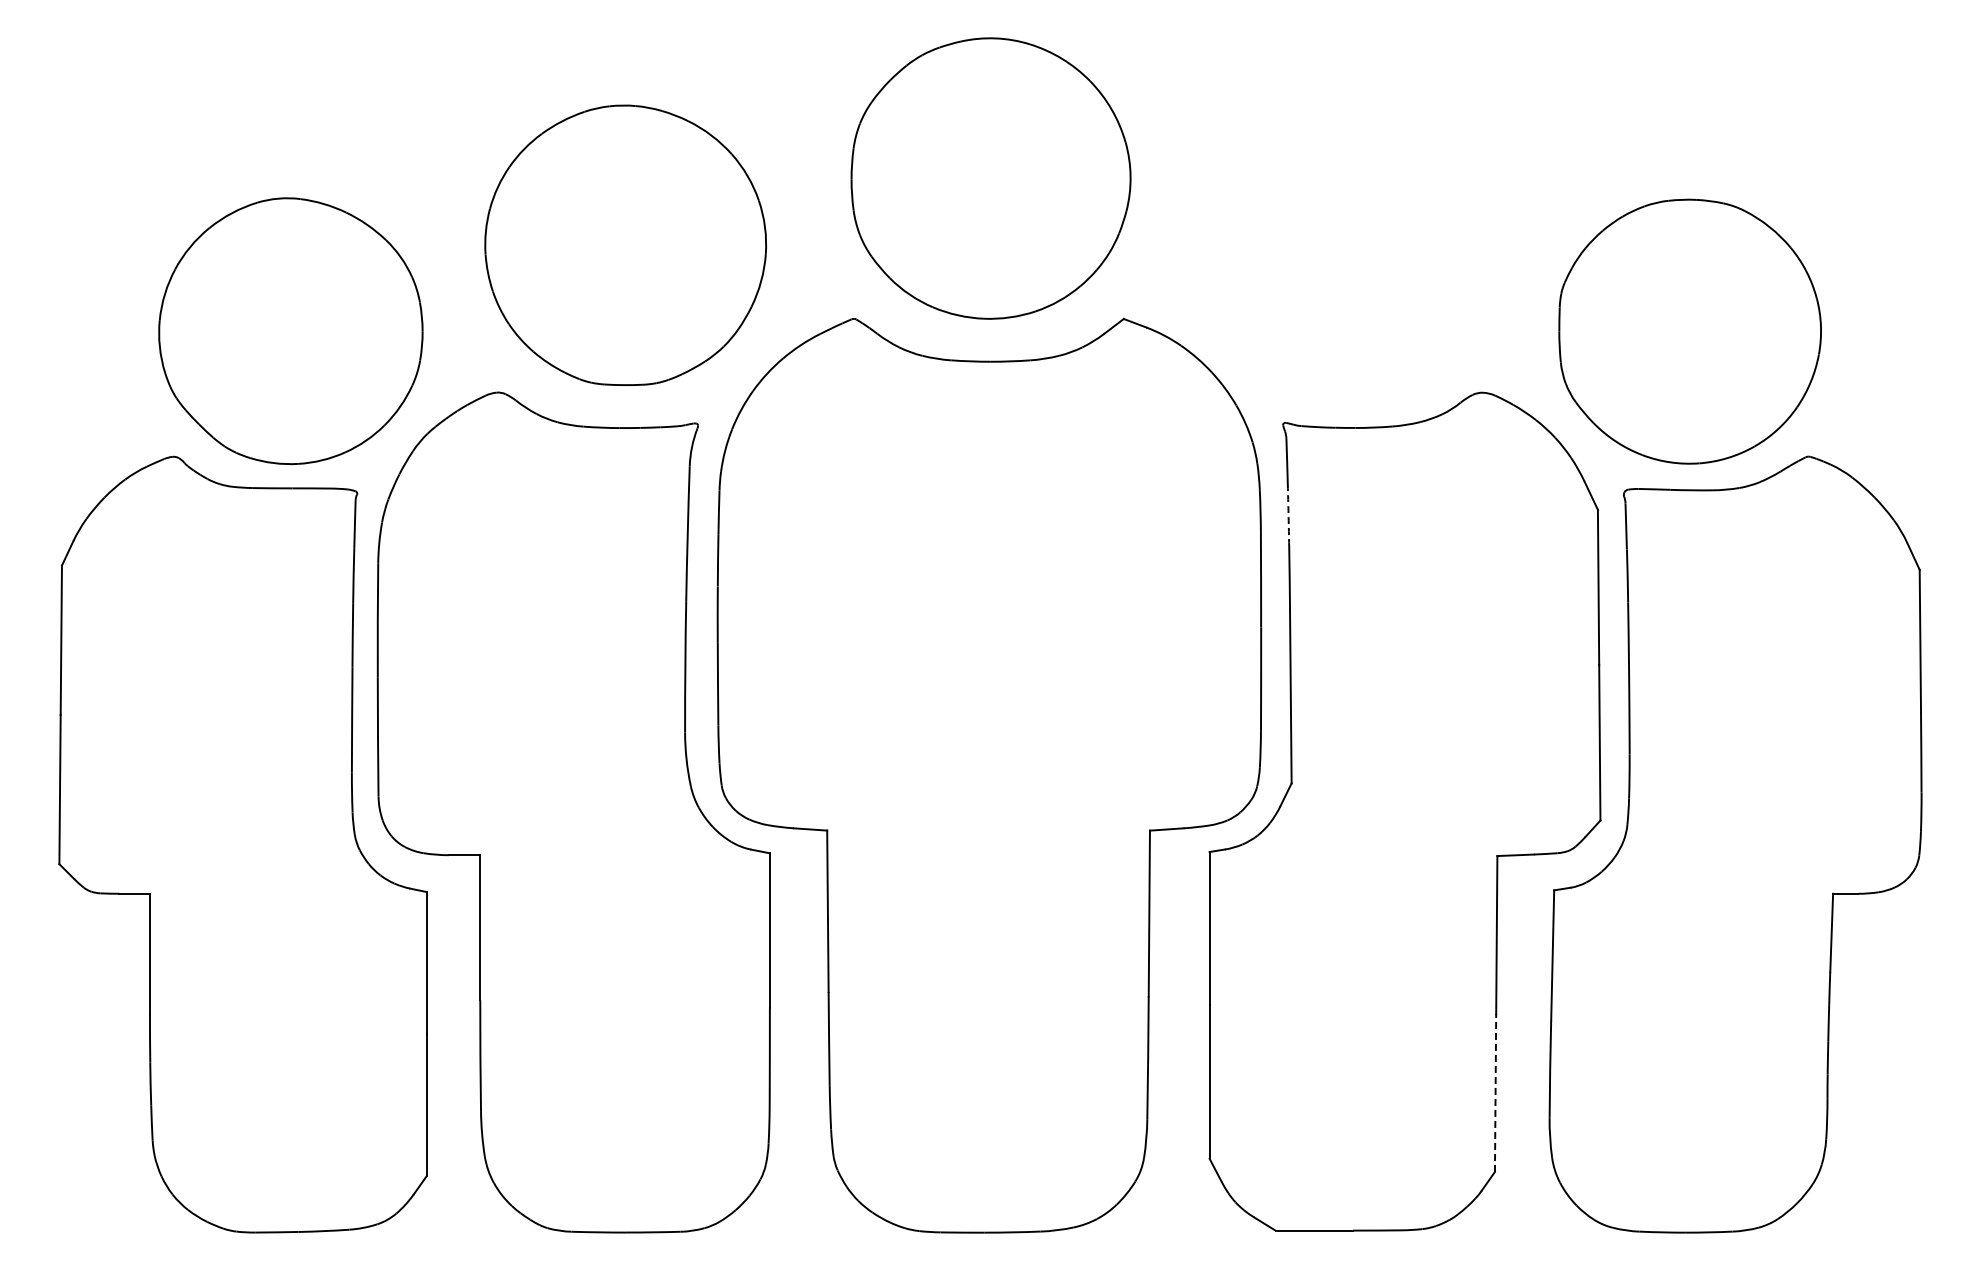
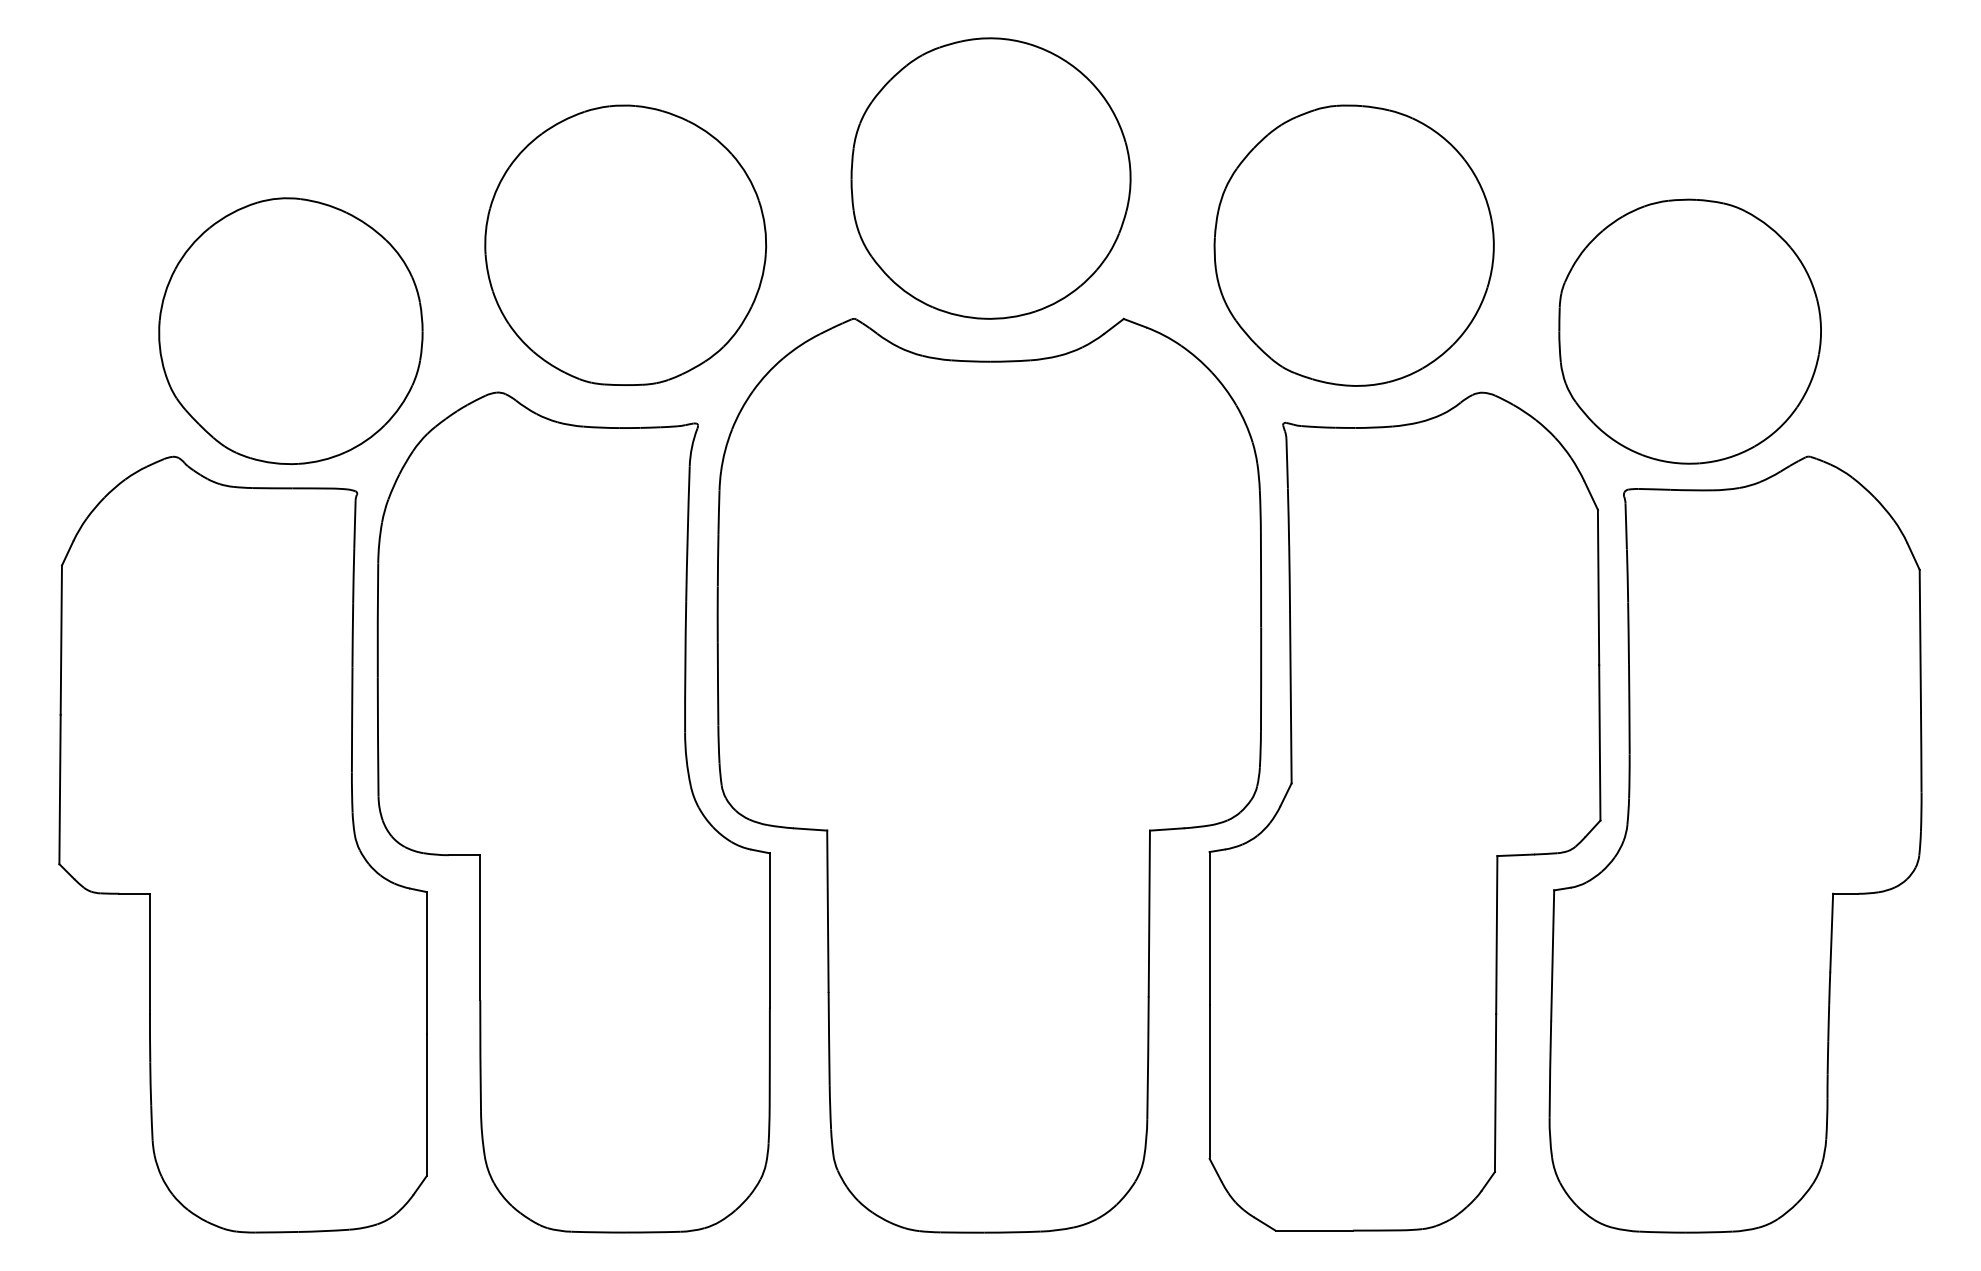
part at (1353, 245): none -> present
arc at (1288, 517): dashed -> solid
line at (1495, 1092): dashed -> solid
